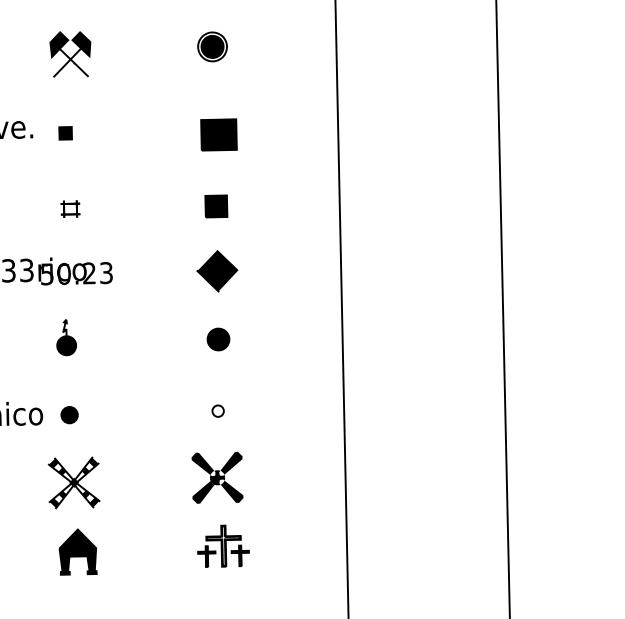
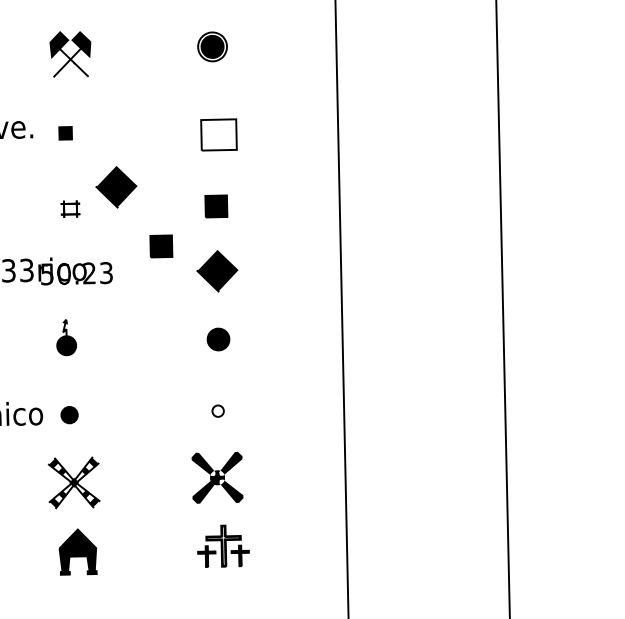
fill at (218, 134): present -> none
part at (116, 187): none -> present
part at (161, 246): none -> present
